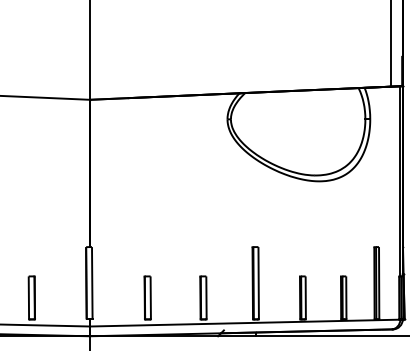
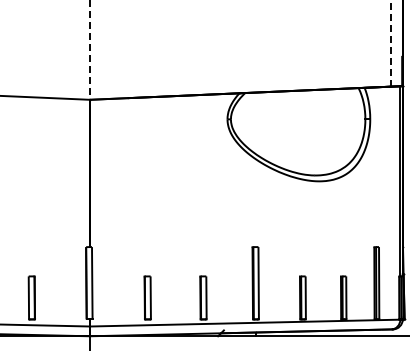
line at (391, 43): solid -> dashed
line at (89, 49): solid -> dashed
